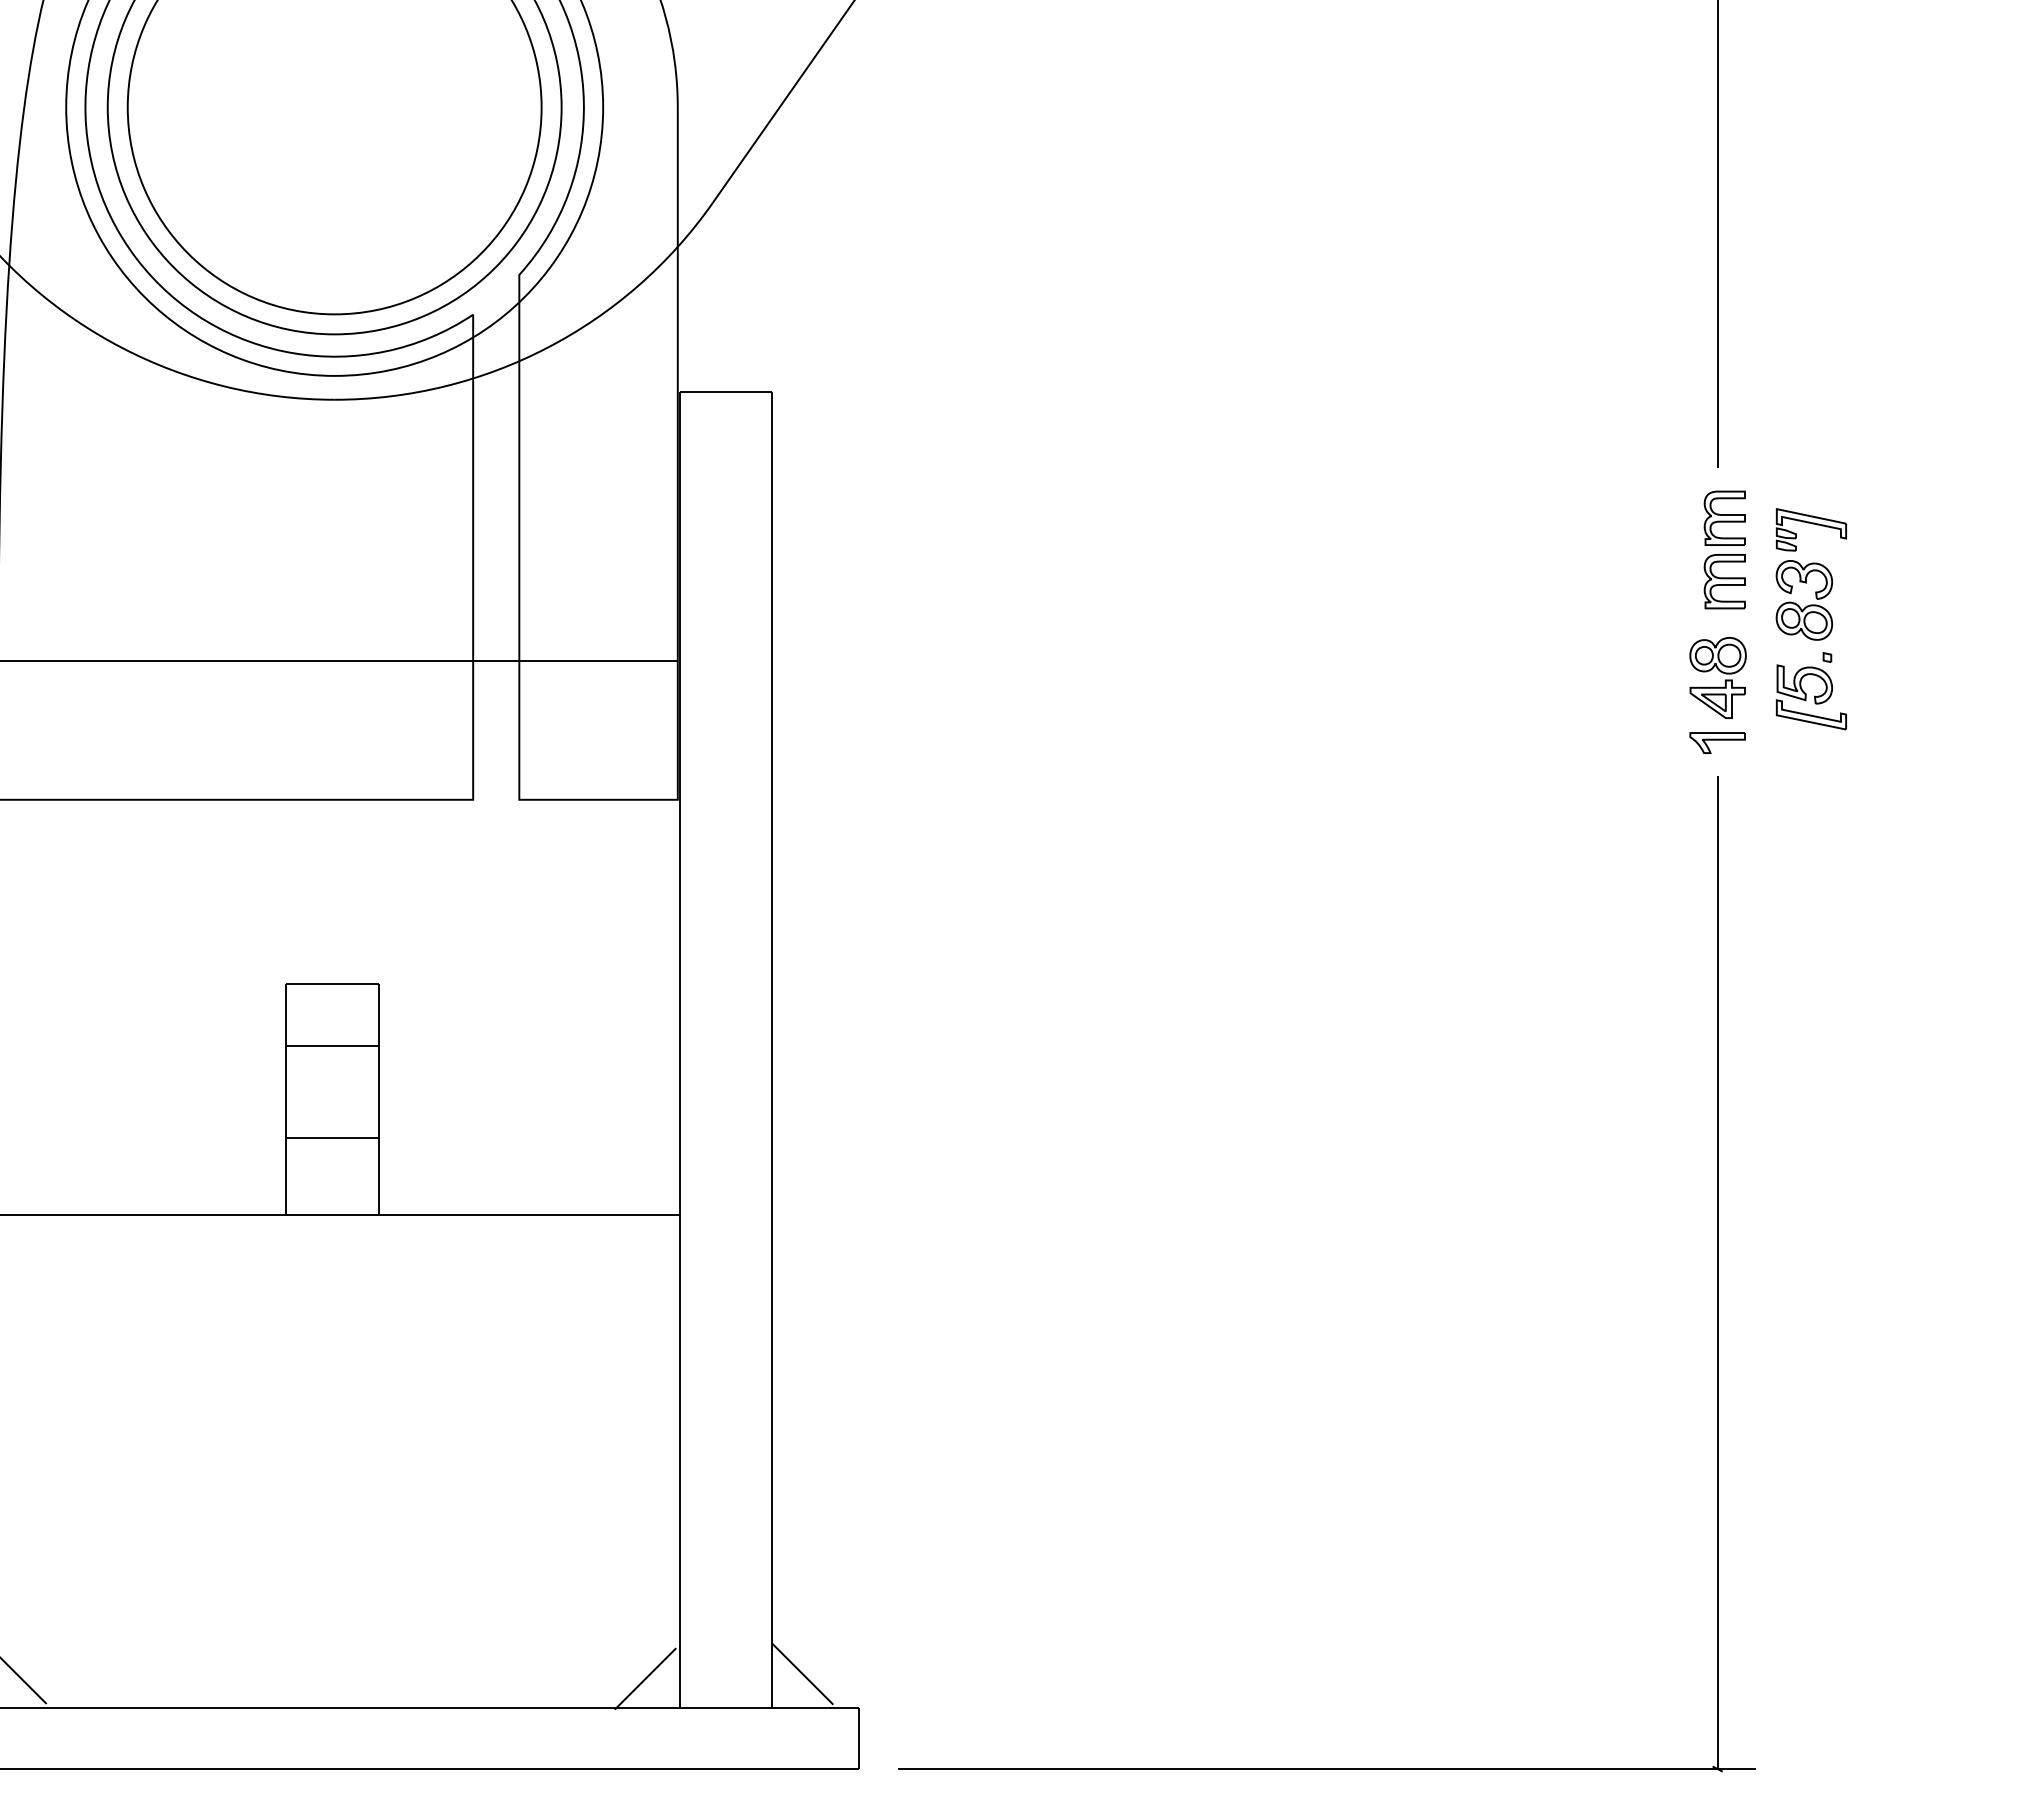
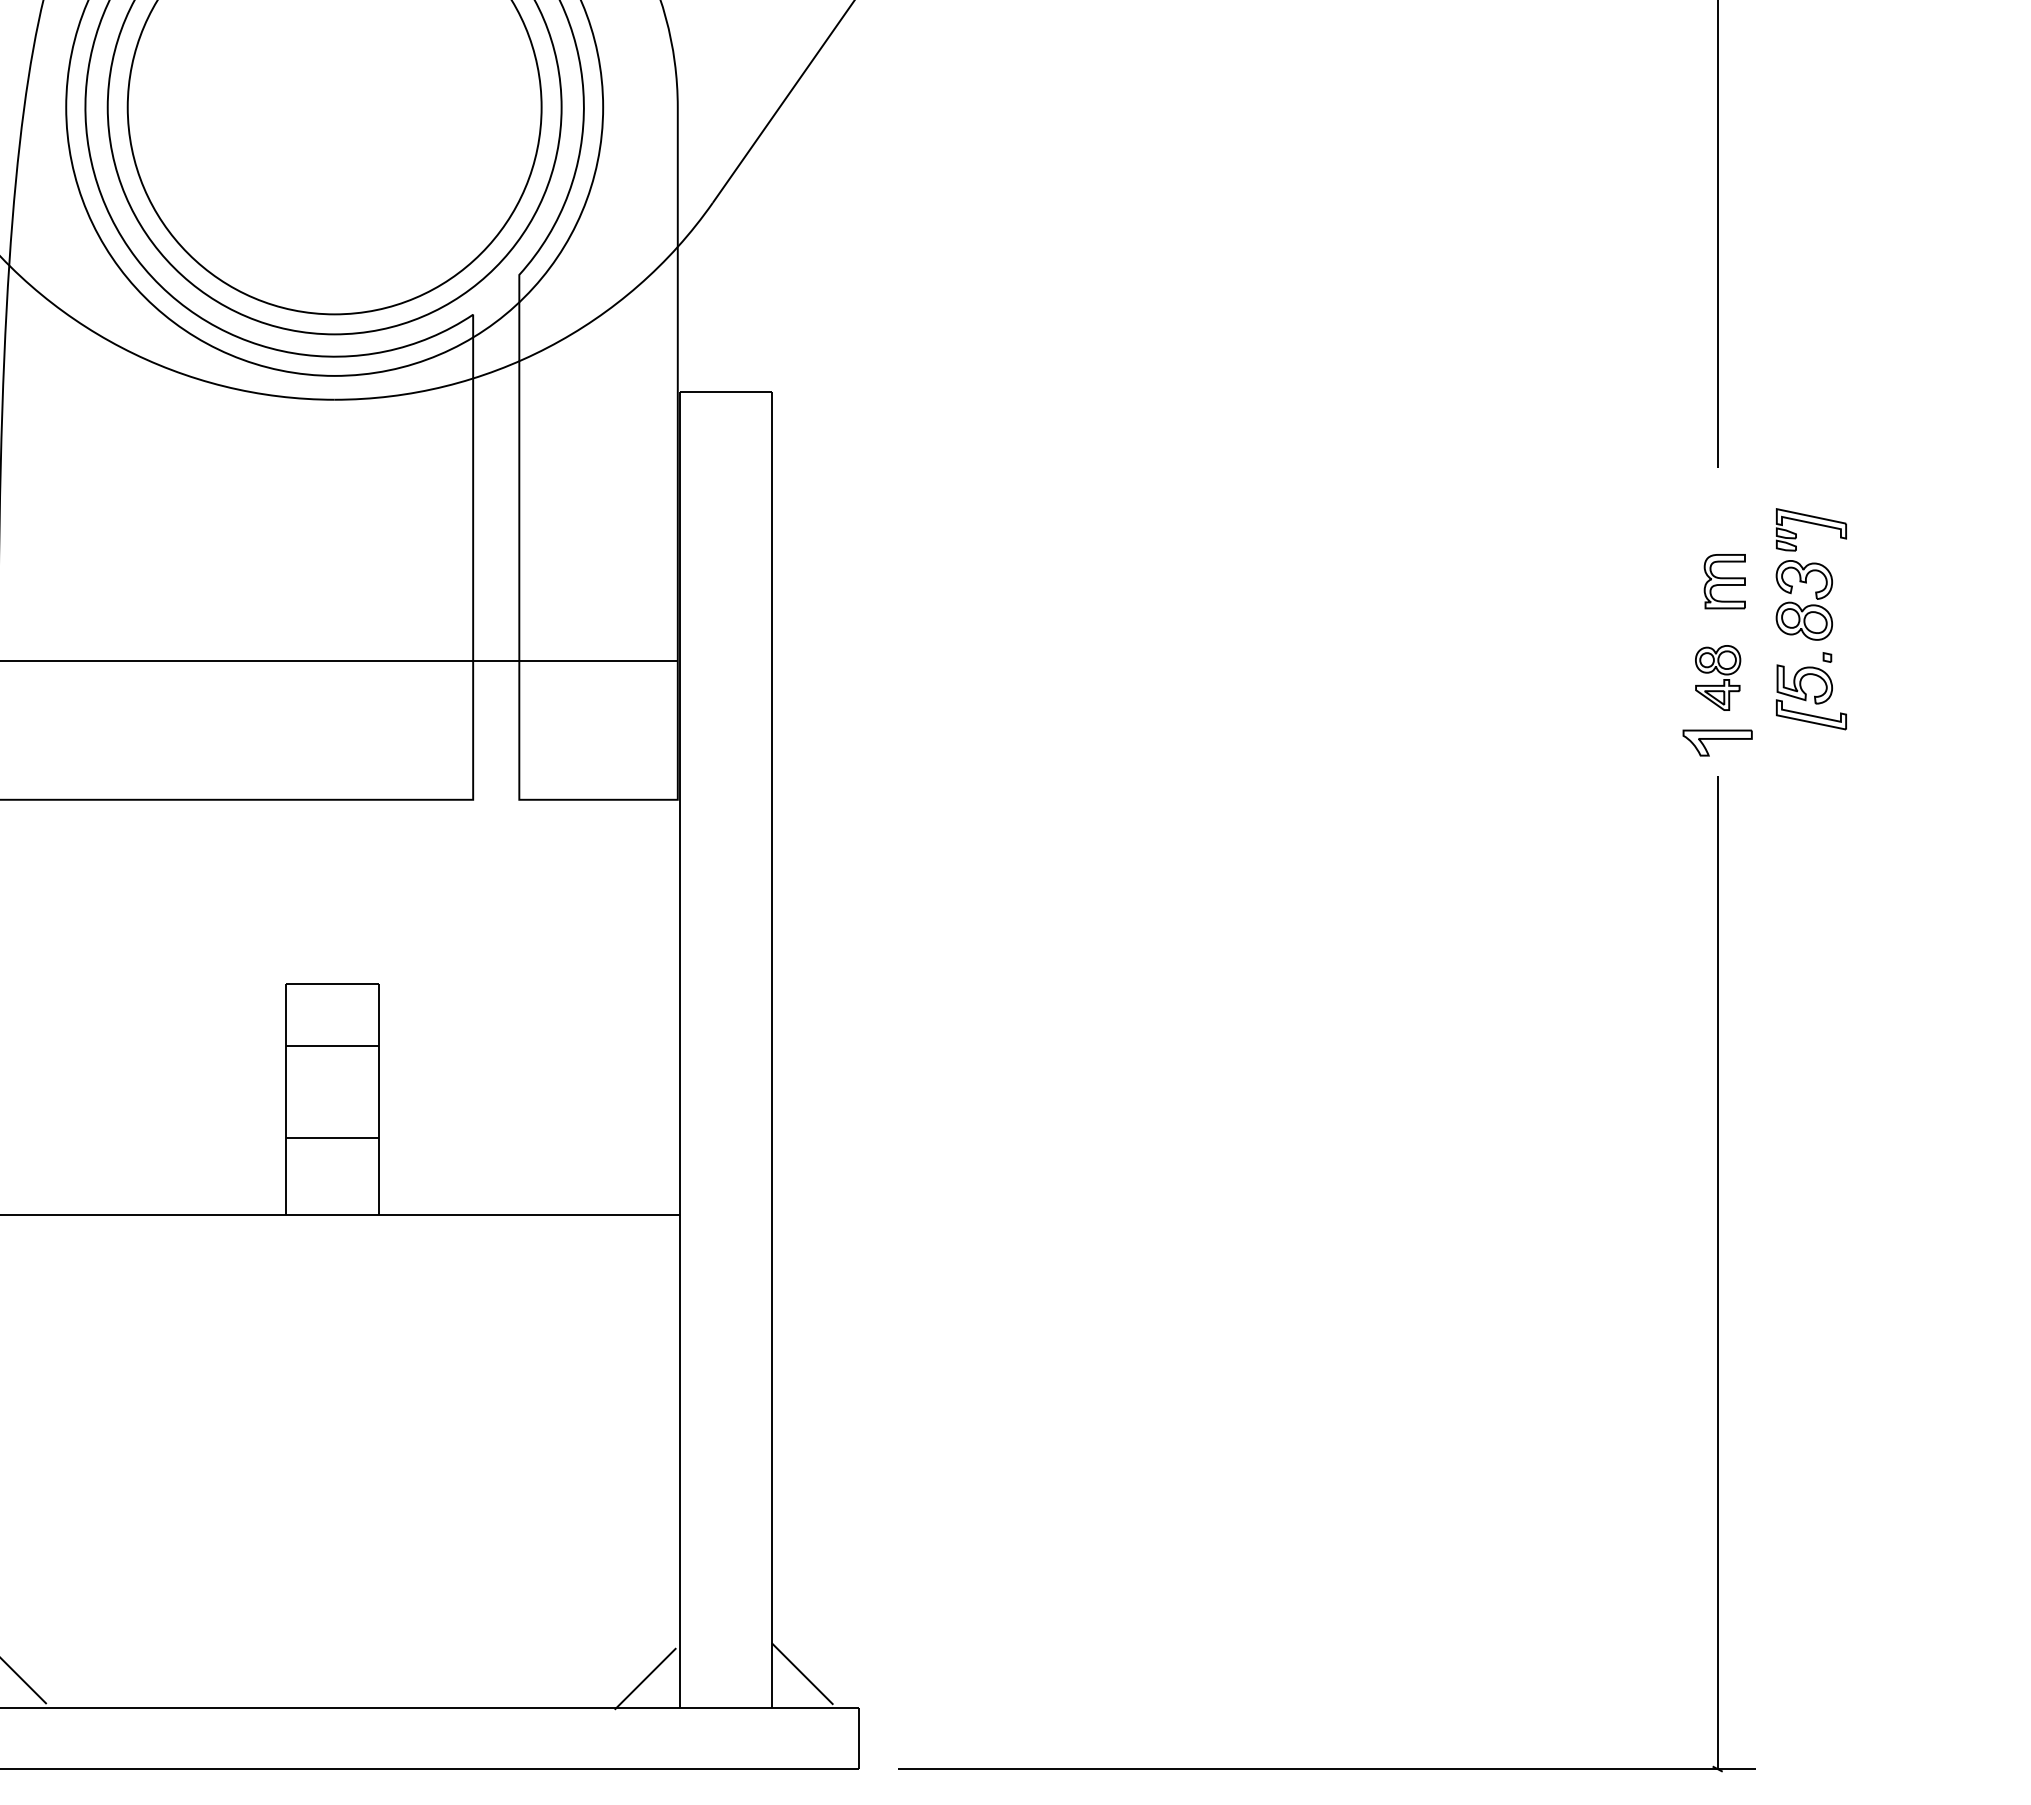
part at (1724, 517): present -> none
part at (1717, 677) size: 58x82 px -> 47x66 px
part at (1717, 742) size: 57x22 px -> 71x28 px
